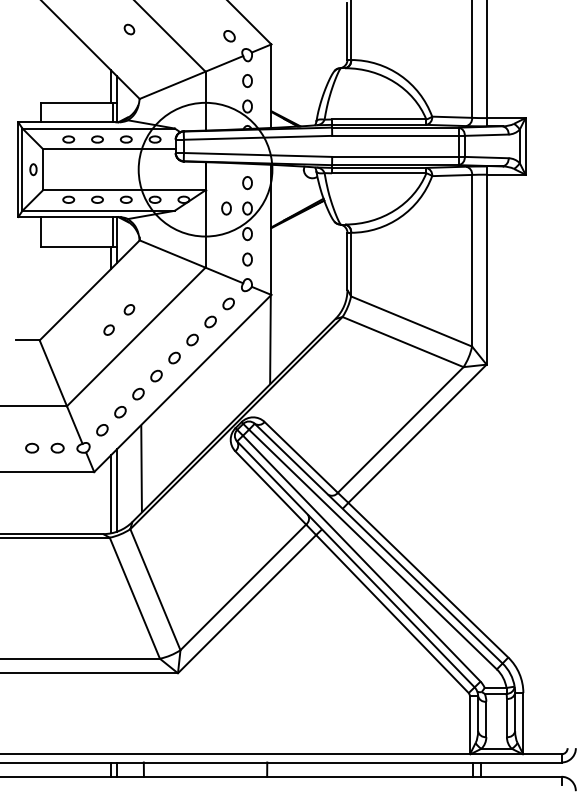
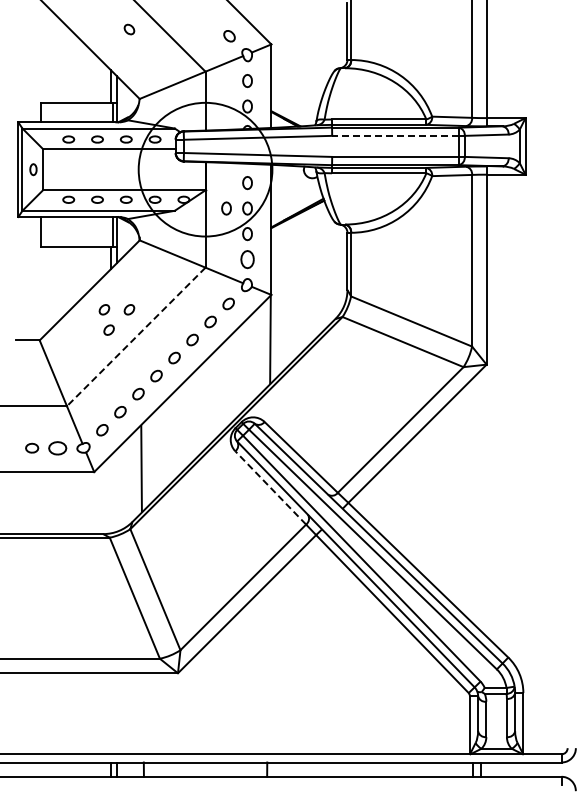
line at (395, 135): solid -> dashed
part at (247, 259) size: 11x15 px -> 15x20 px
part at (104, 309): none -> present
line at (136, 336): solid -> dashed
part at (57, 447) size: 15x12 px -> 20x15 px
line at (270, 487): solid -> dashed
line at (117, 490): present -> none
line at (110, 494): present -> none
